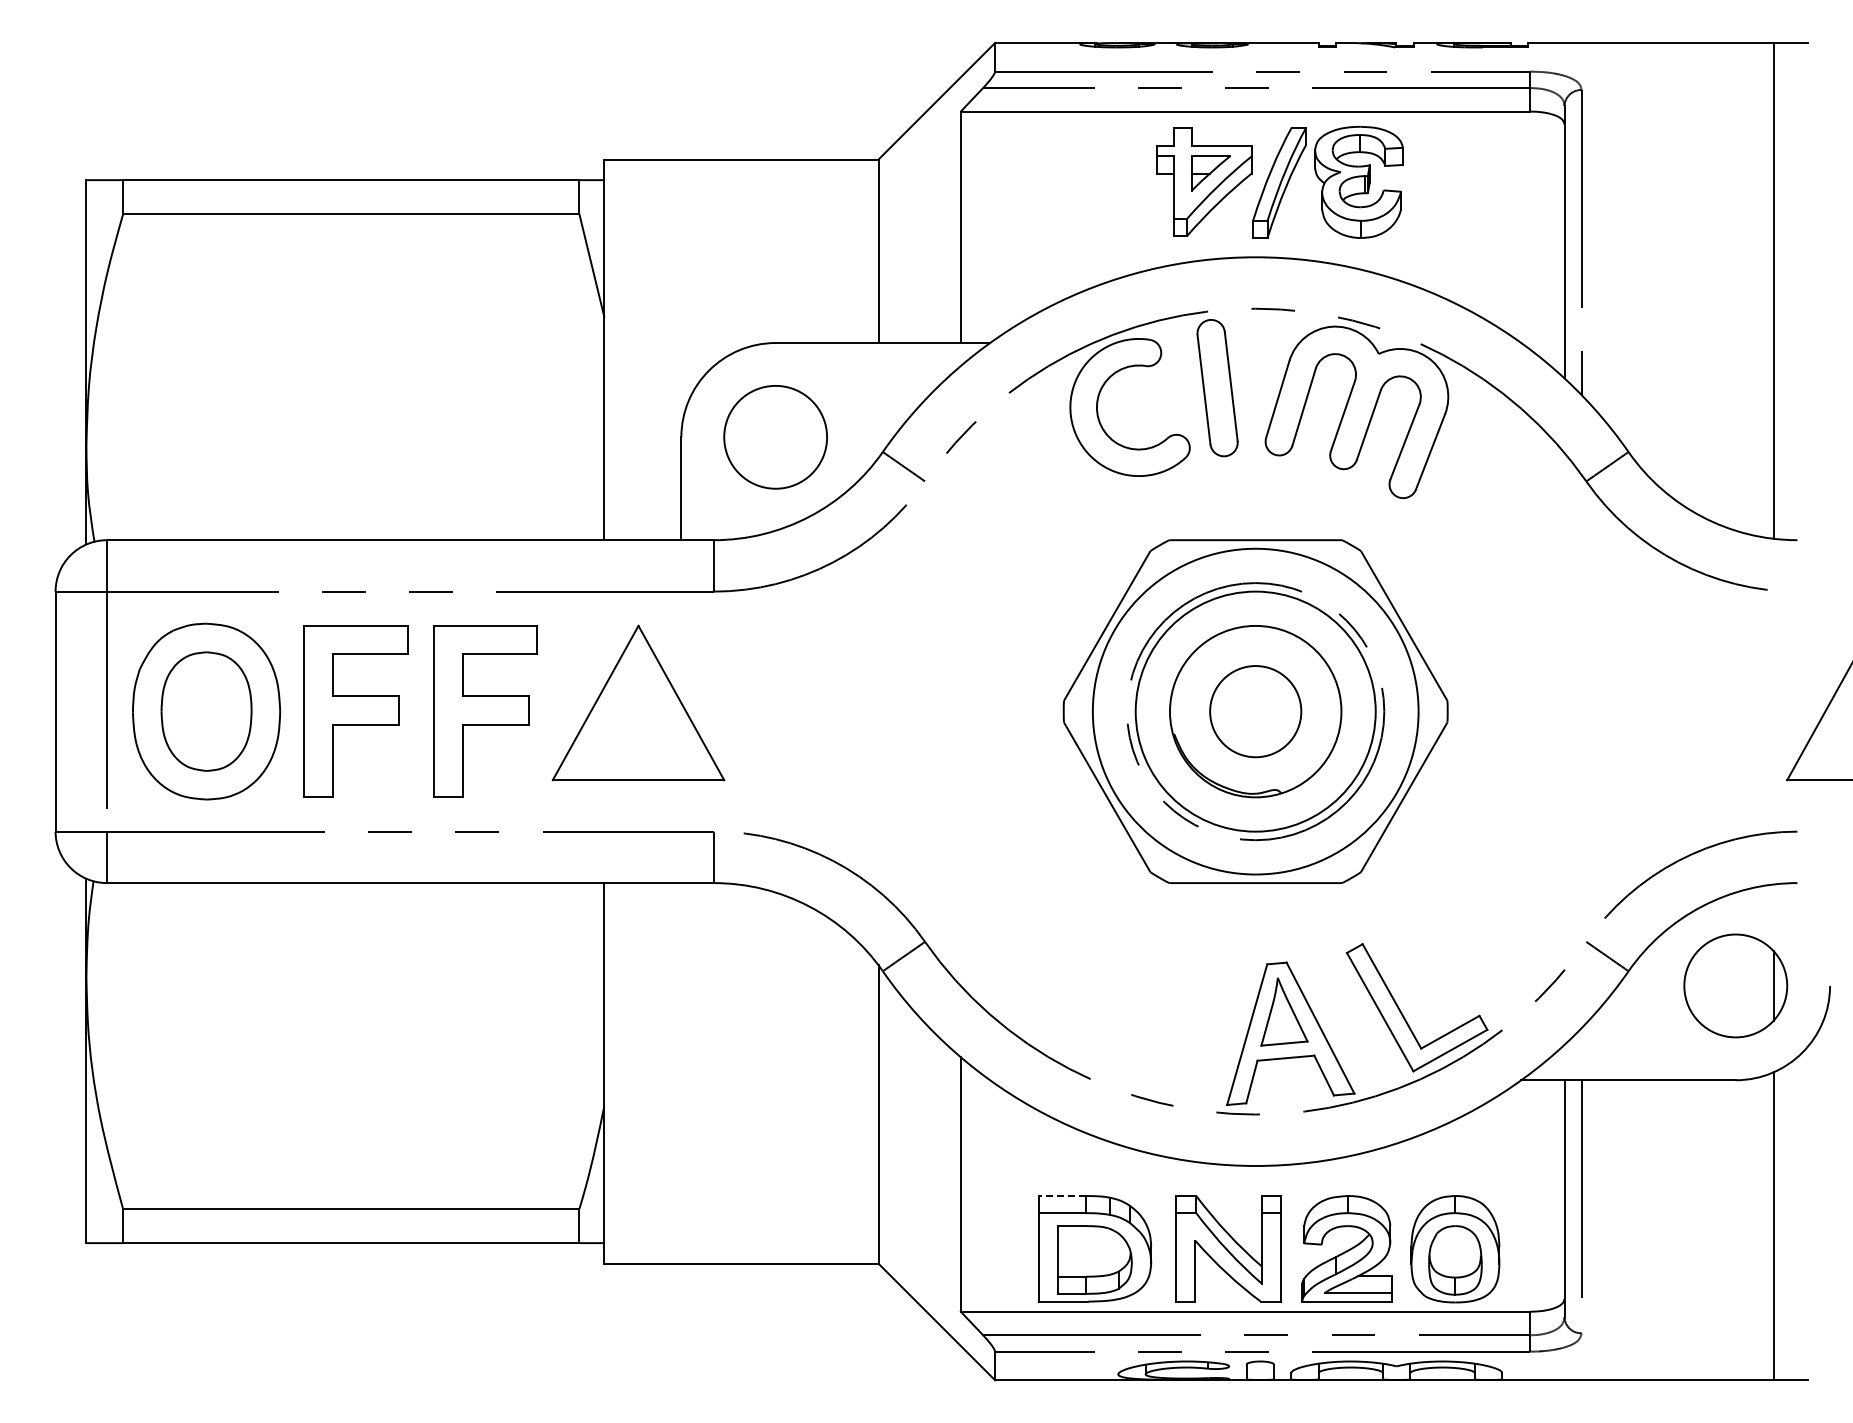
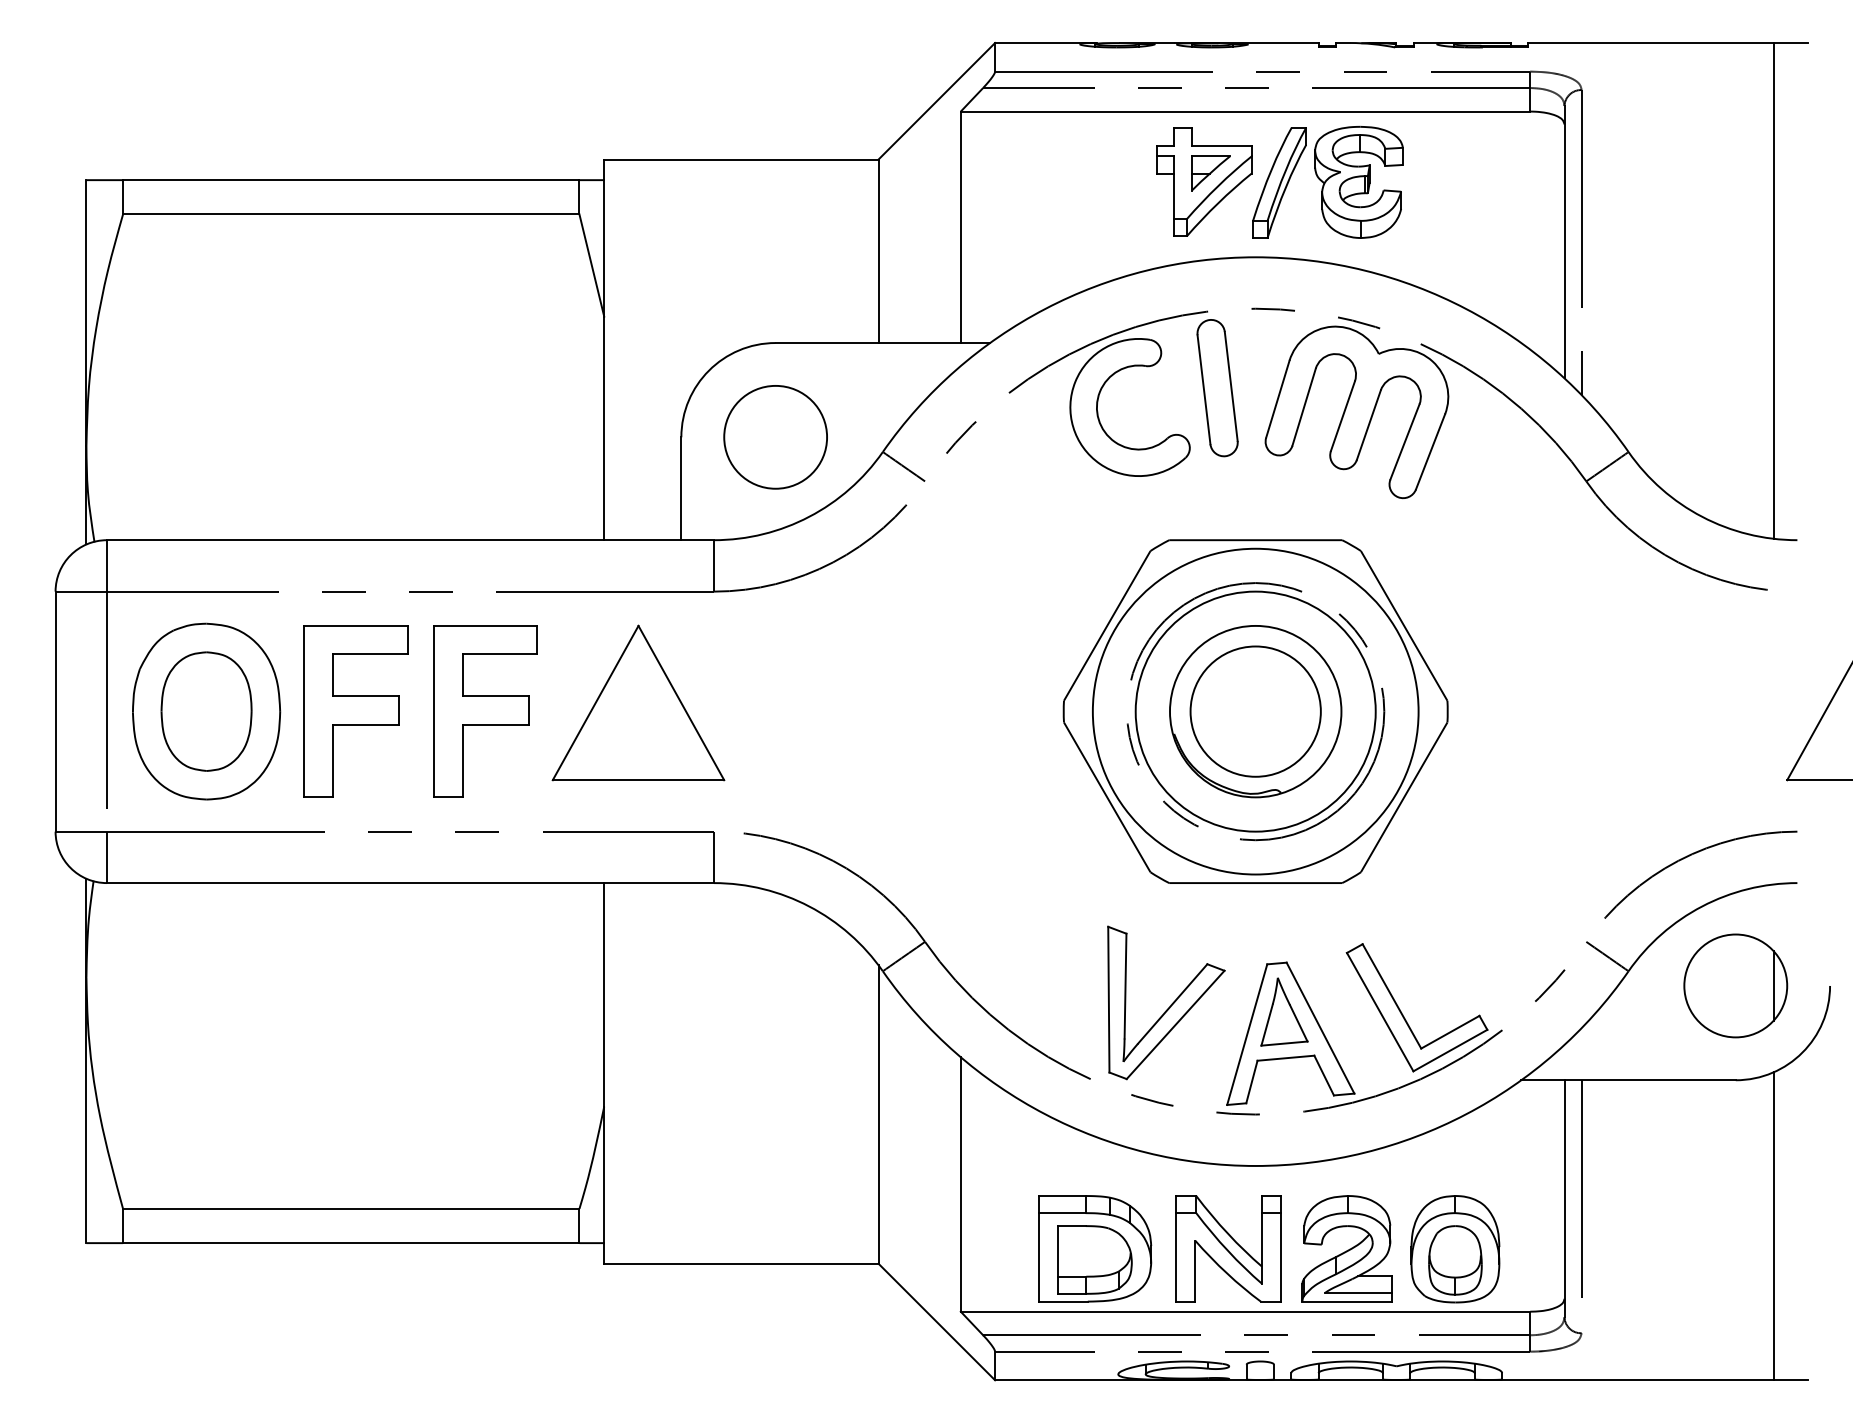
circle at (1255, 711) diameter: 91 px -> 130 px
part at (1166, 1002): none -> present
line at (1061, 1195): dashed -> solid
